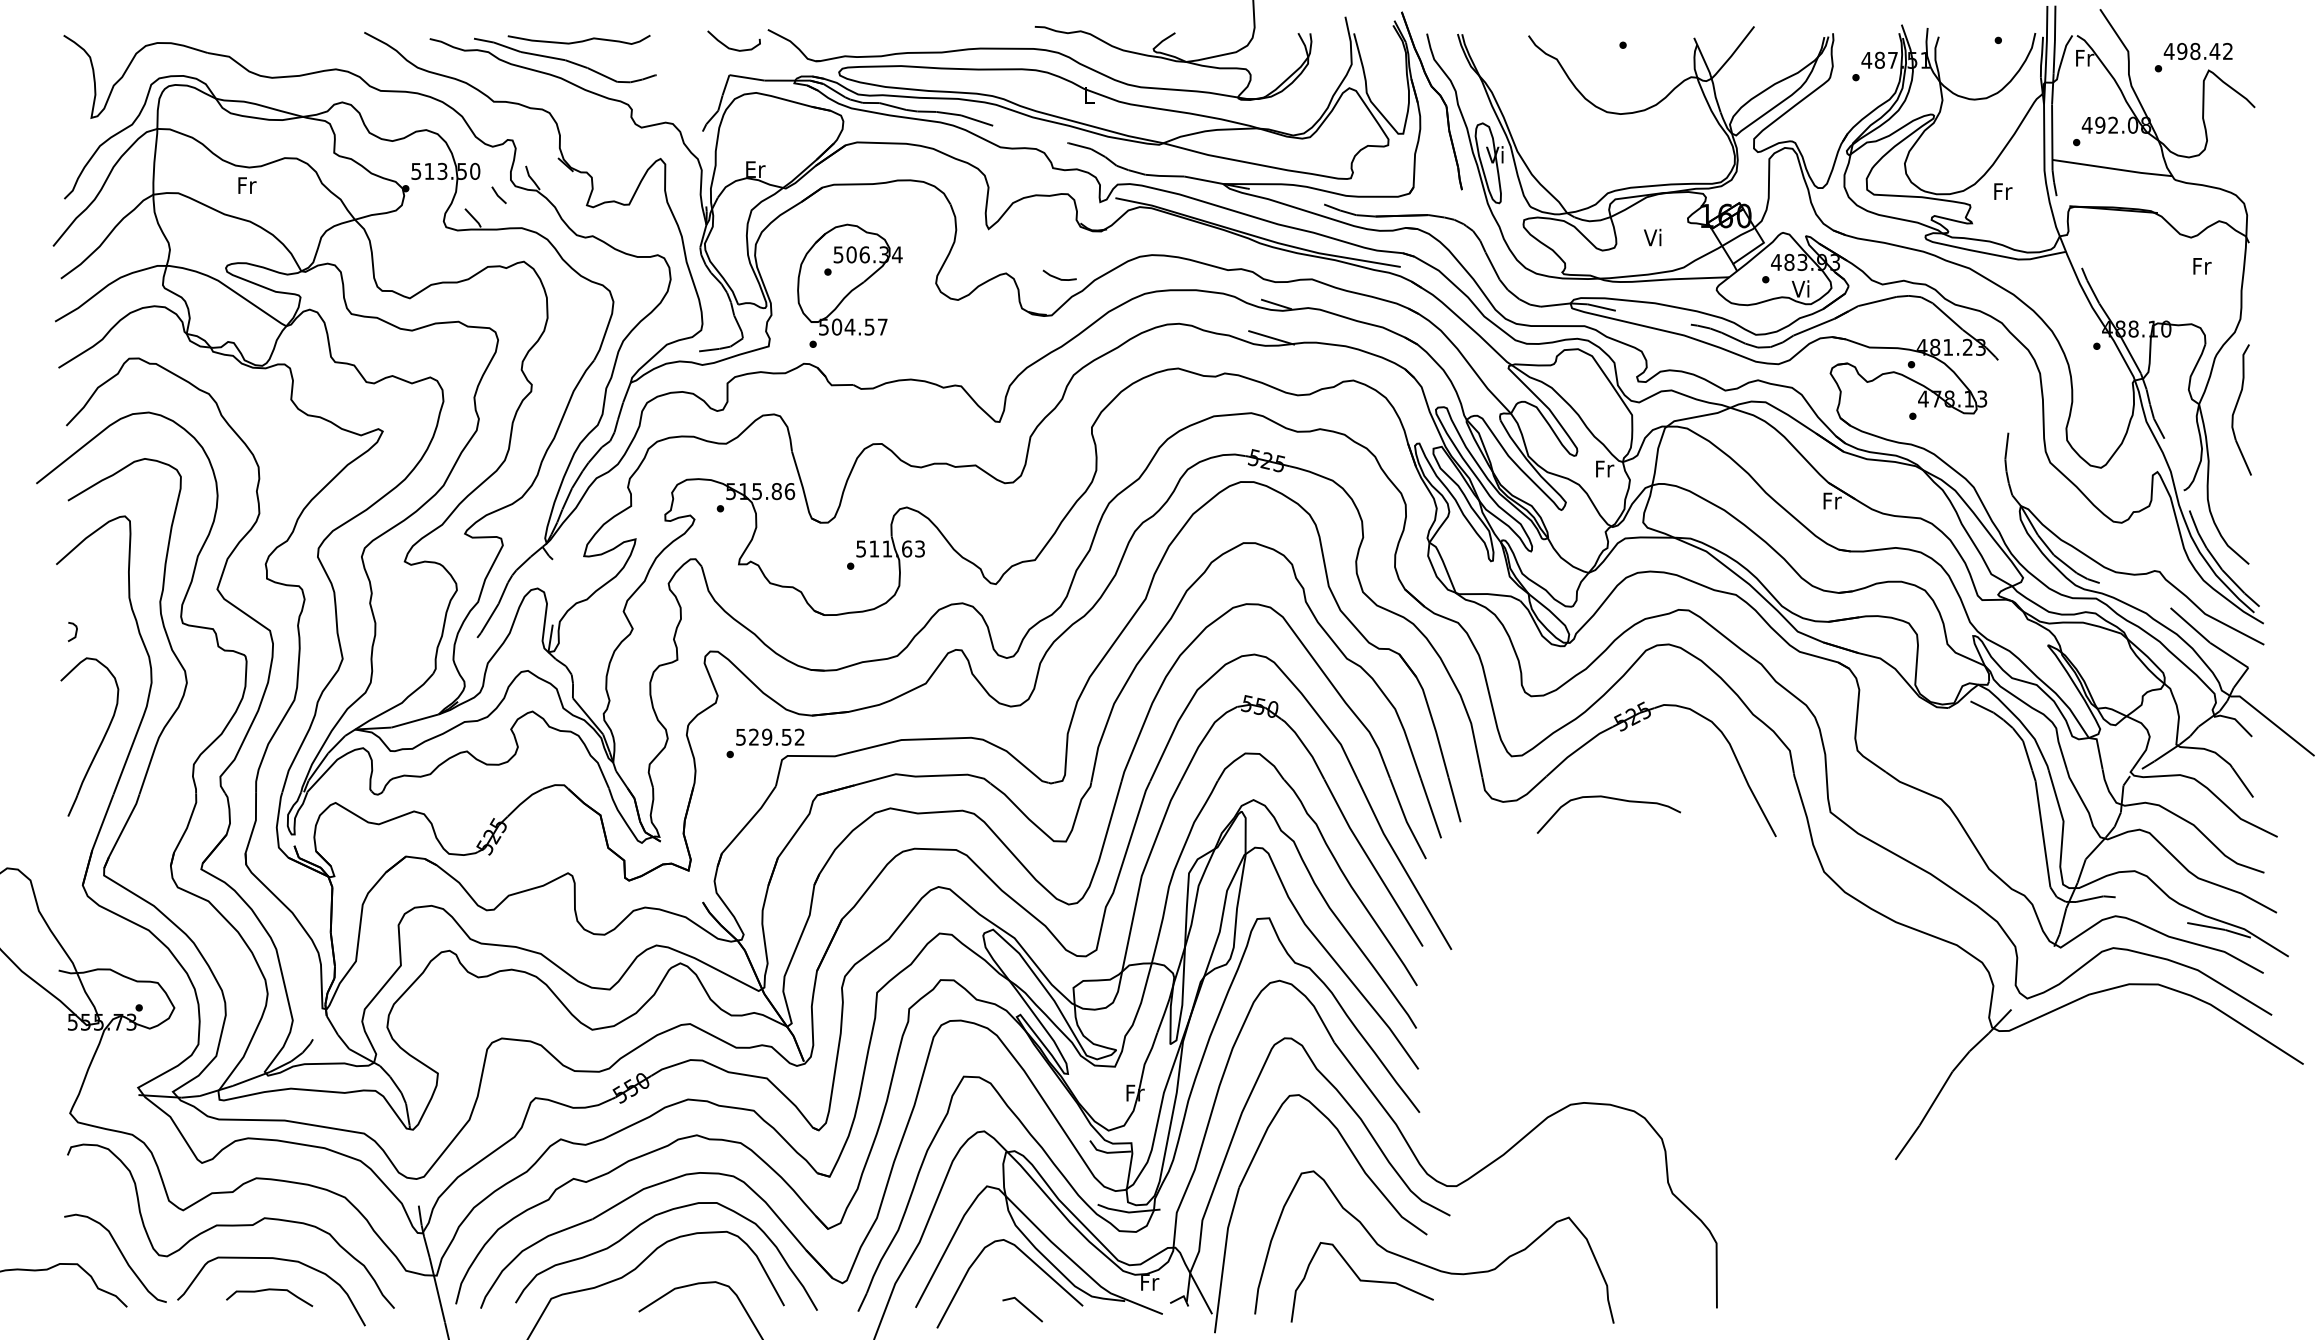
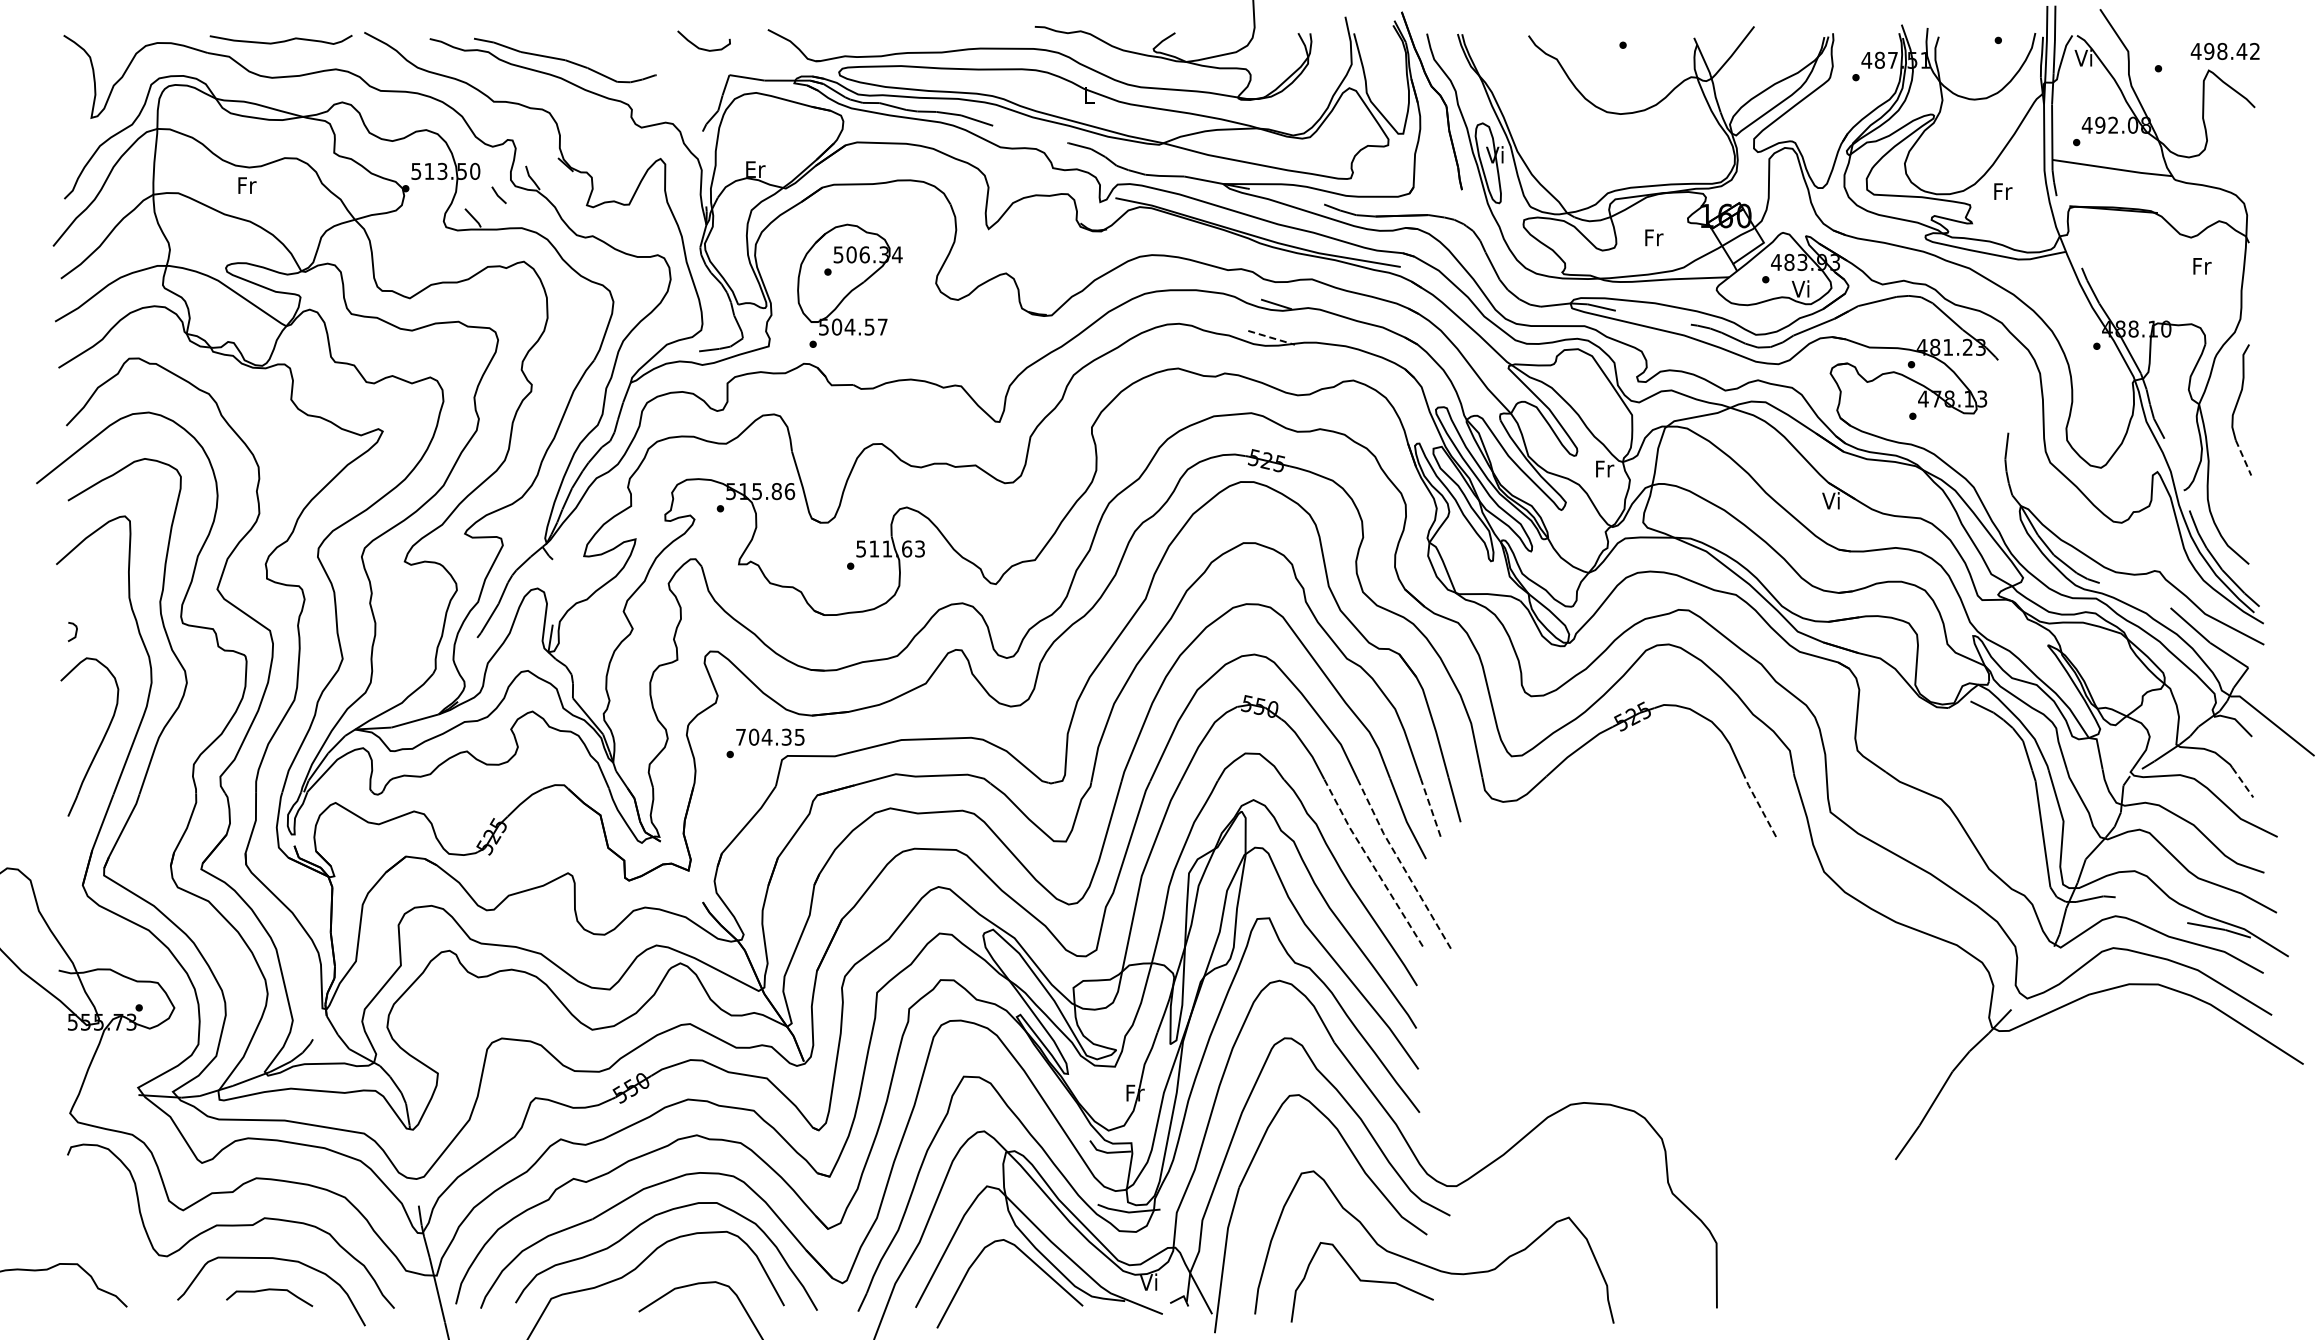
curve at (578, 41) position: (578, 41) -> (280, 41)
curve at (730, 47) position: (730, 47) -> (700, 47)
text at (2197, 50) position: (2197, 50) -> (2224, 50)
text at (2084, 57): Fr -> Vi
text at (1653, 237): Vi -> Fr
line at (1058, 277): present -> none
line at (1272, 338): solid -> dashed
line at (2243, 458): solid -> dashed
text at (1831, 500): Fr -> Vi
text at (770, 736): 529.52 -> 704.35
line at (2243, 783): solid -> dashed
curve at (1611, 799): present -> none
line at (1758, 804): solid -> dashed
line at (1430, 808): solid -> dashed
line at (1371, 863): solid -> dashed
line at (1402, 865): solid -> dashed
curve at (121, 1255): present -> none
text at (1149, 1281): Fr -> Vi
line at (1024, 1307): present -> none
